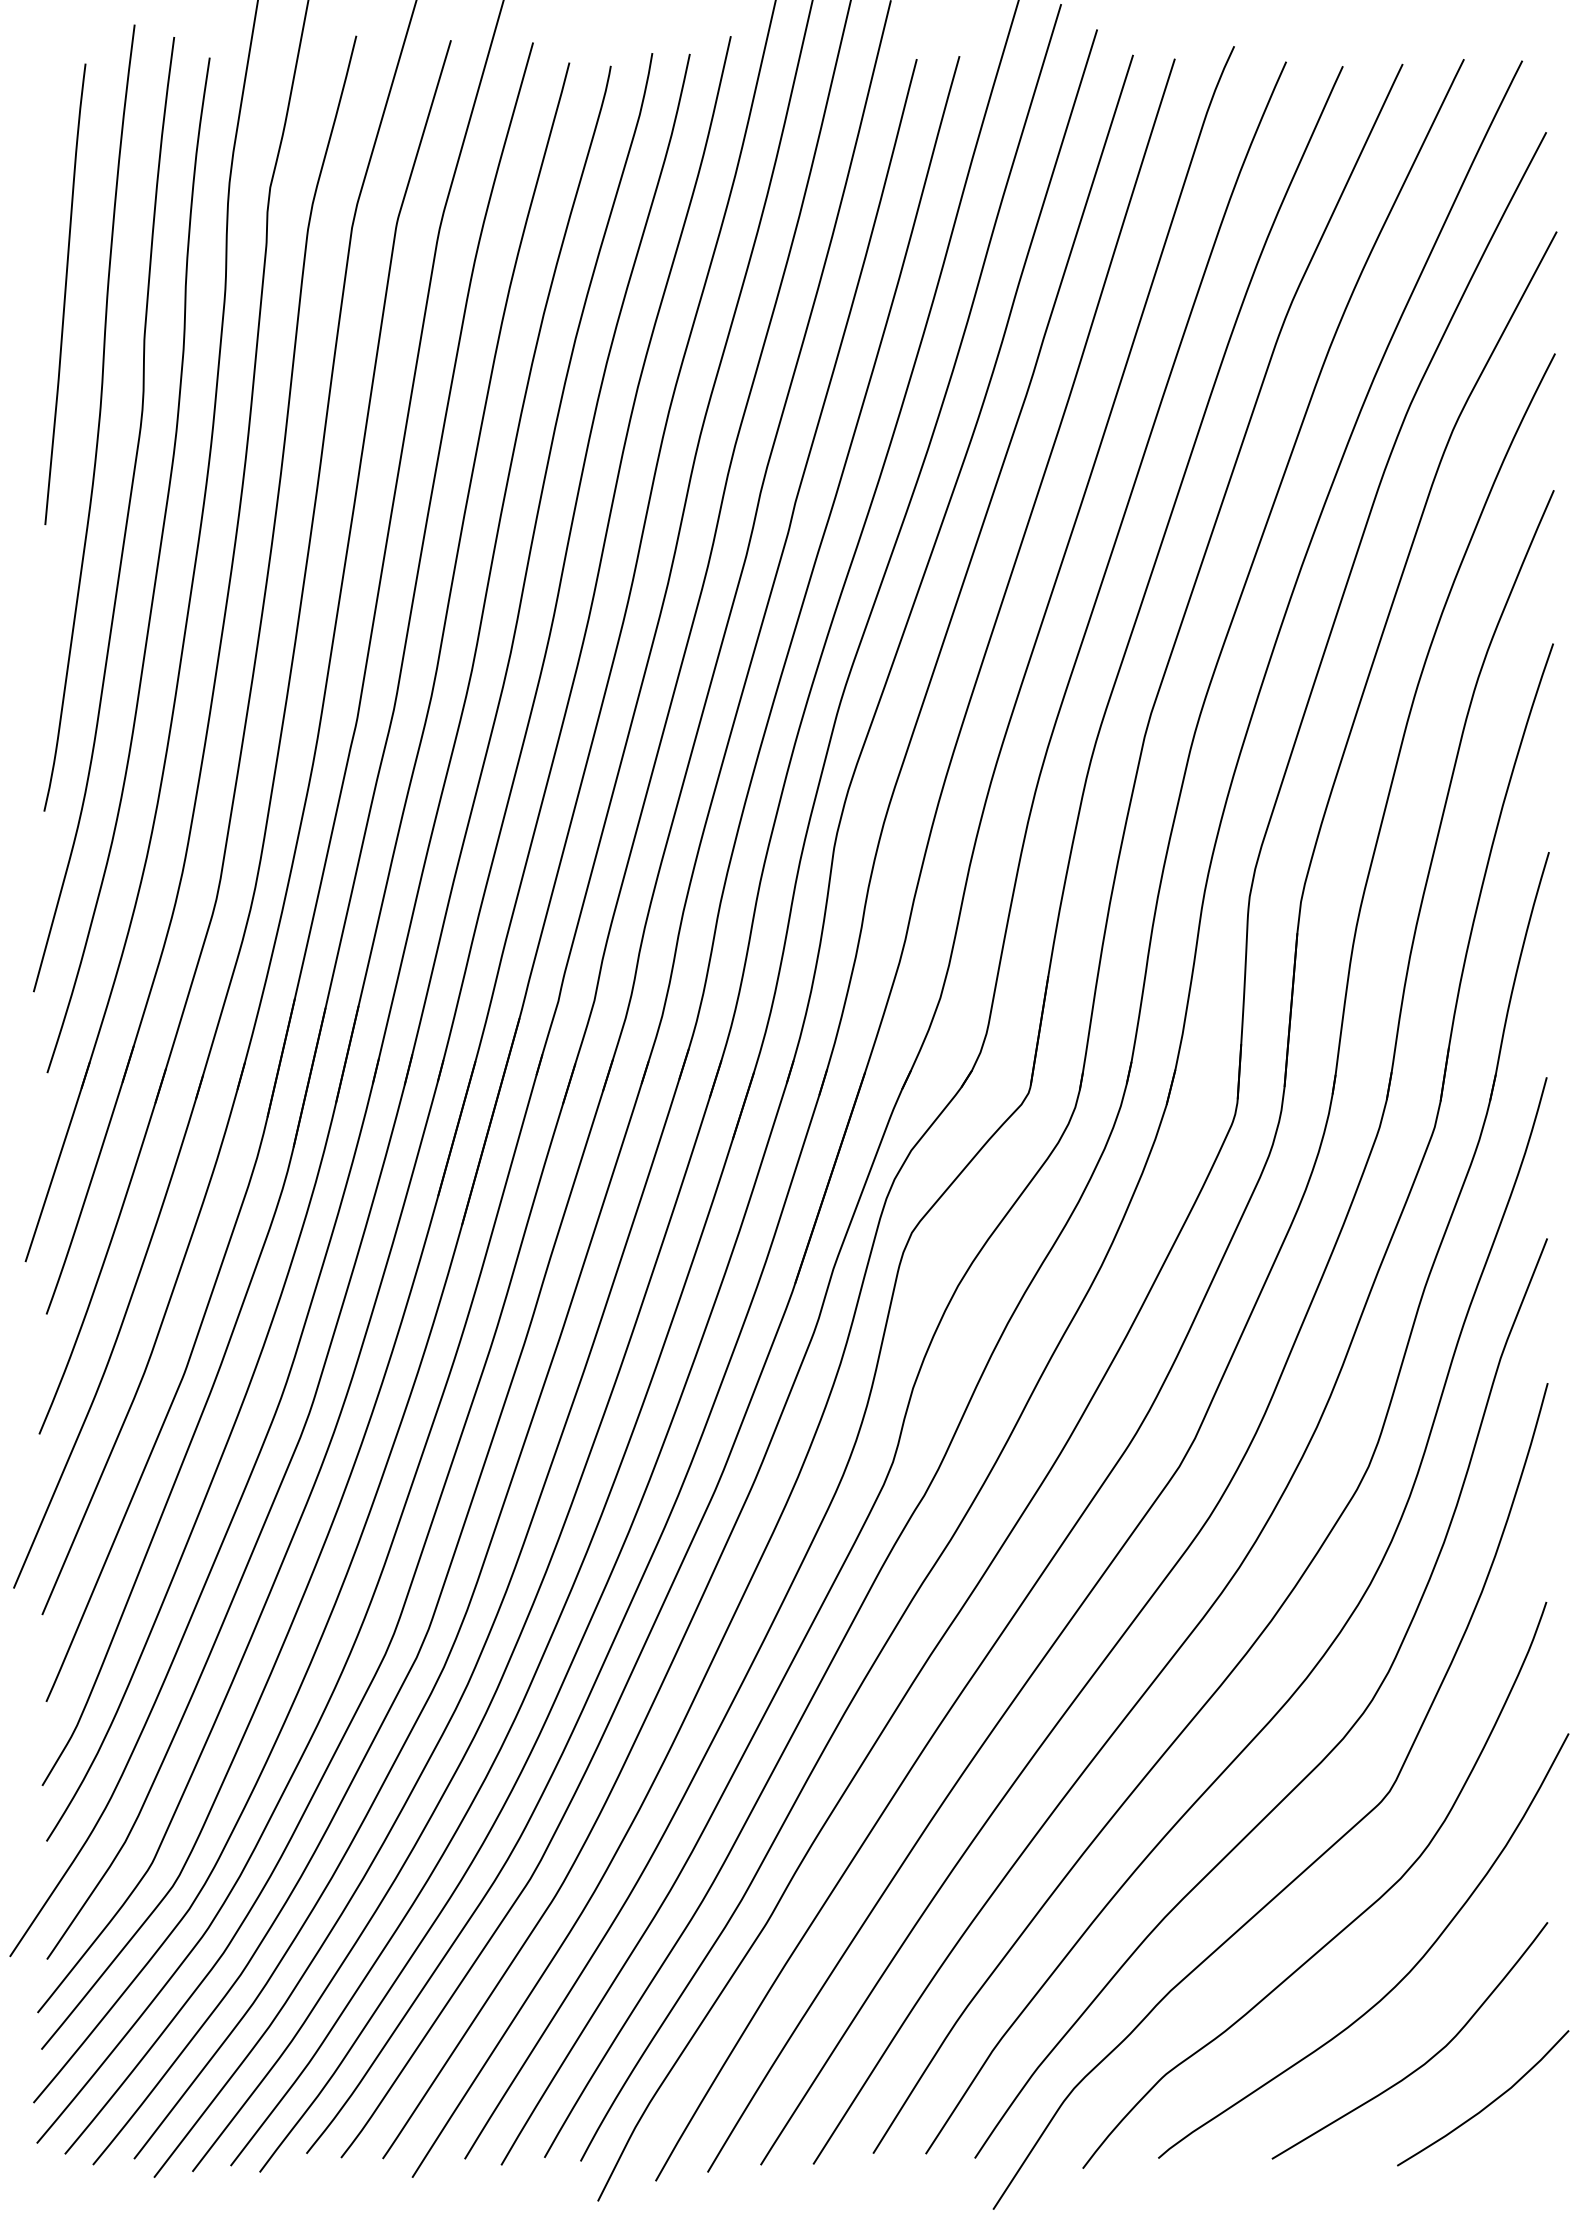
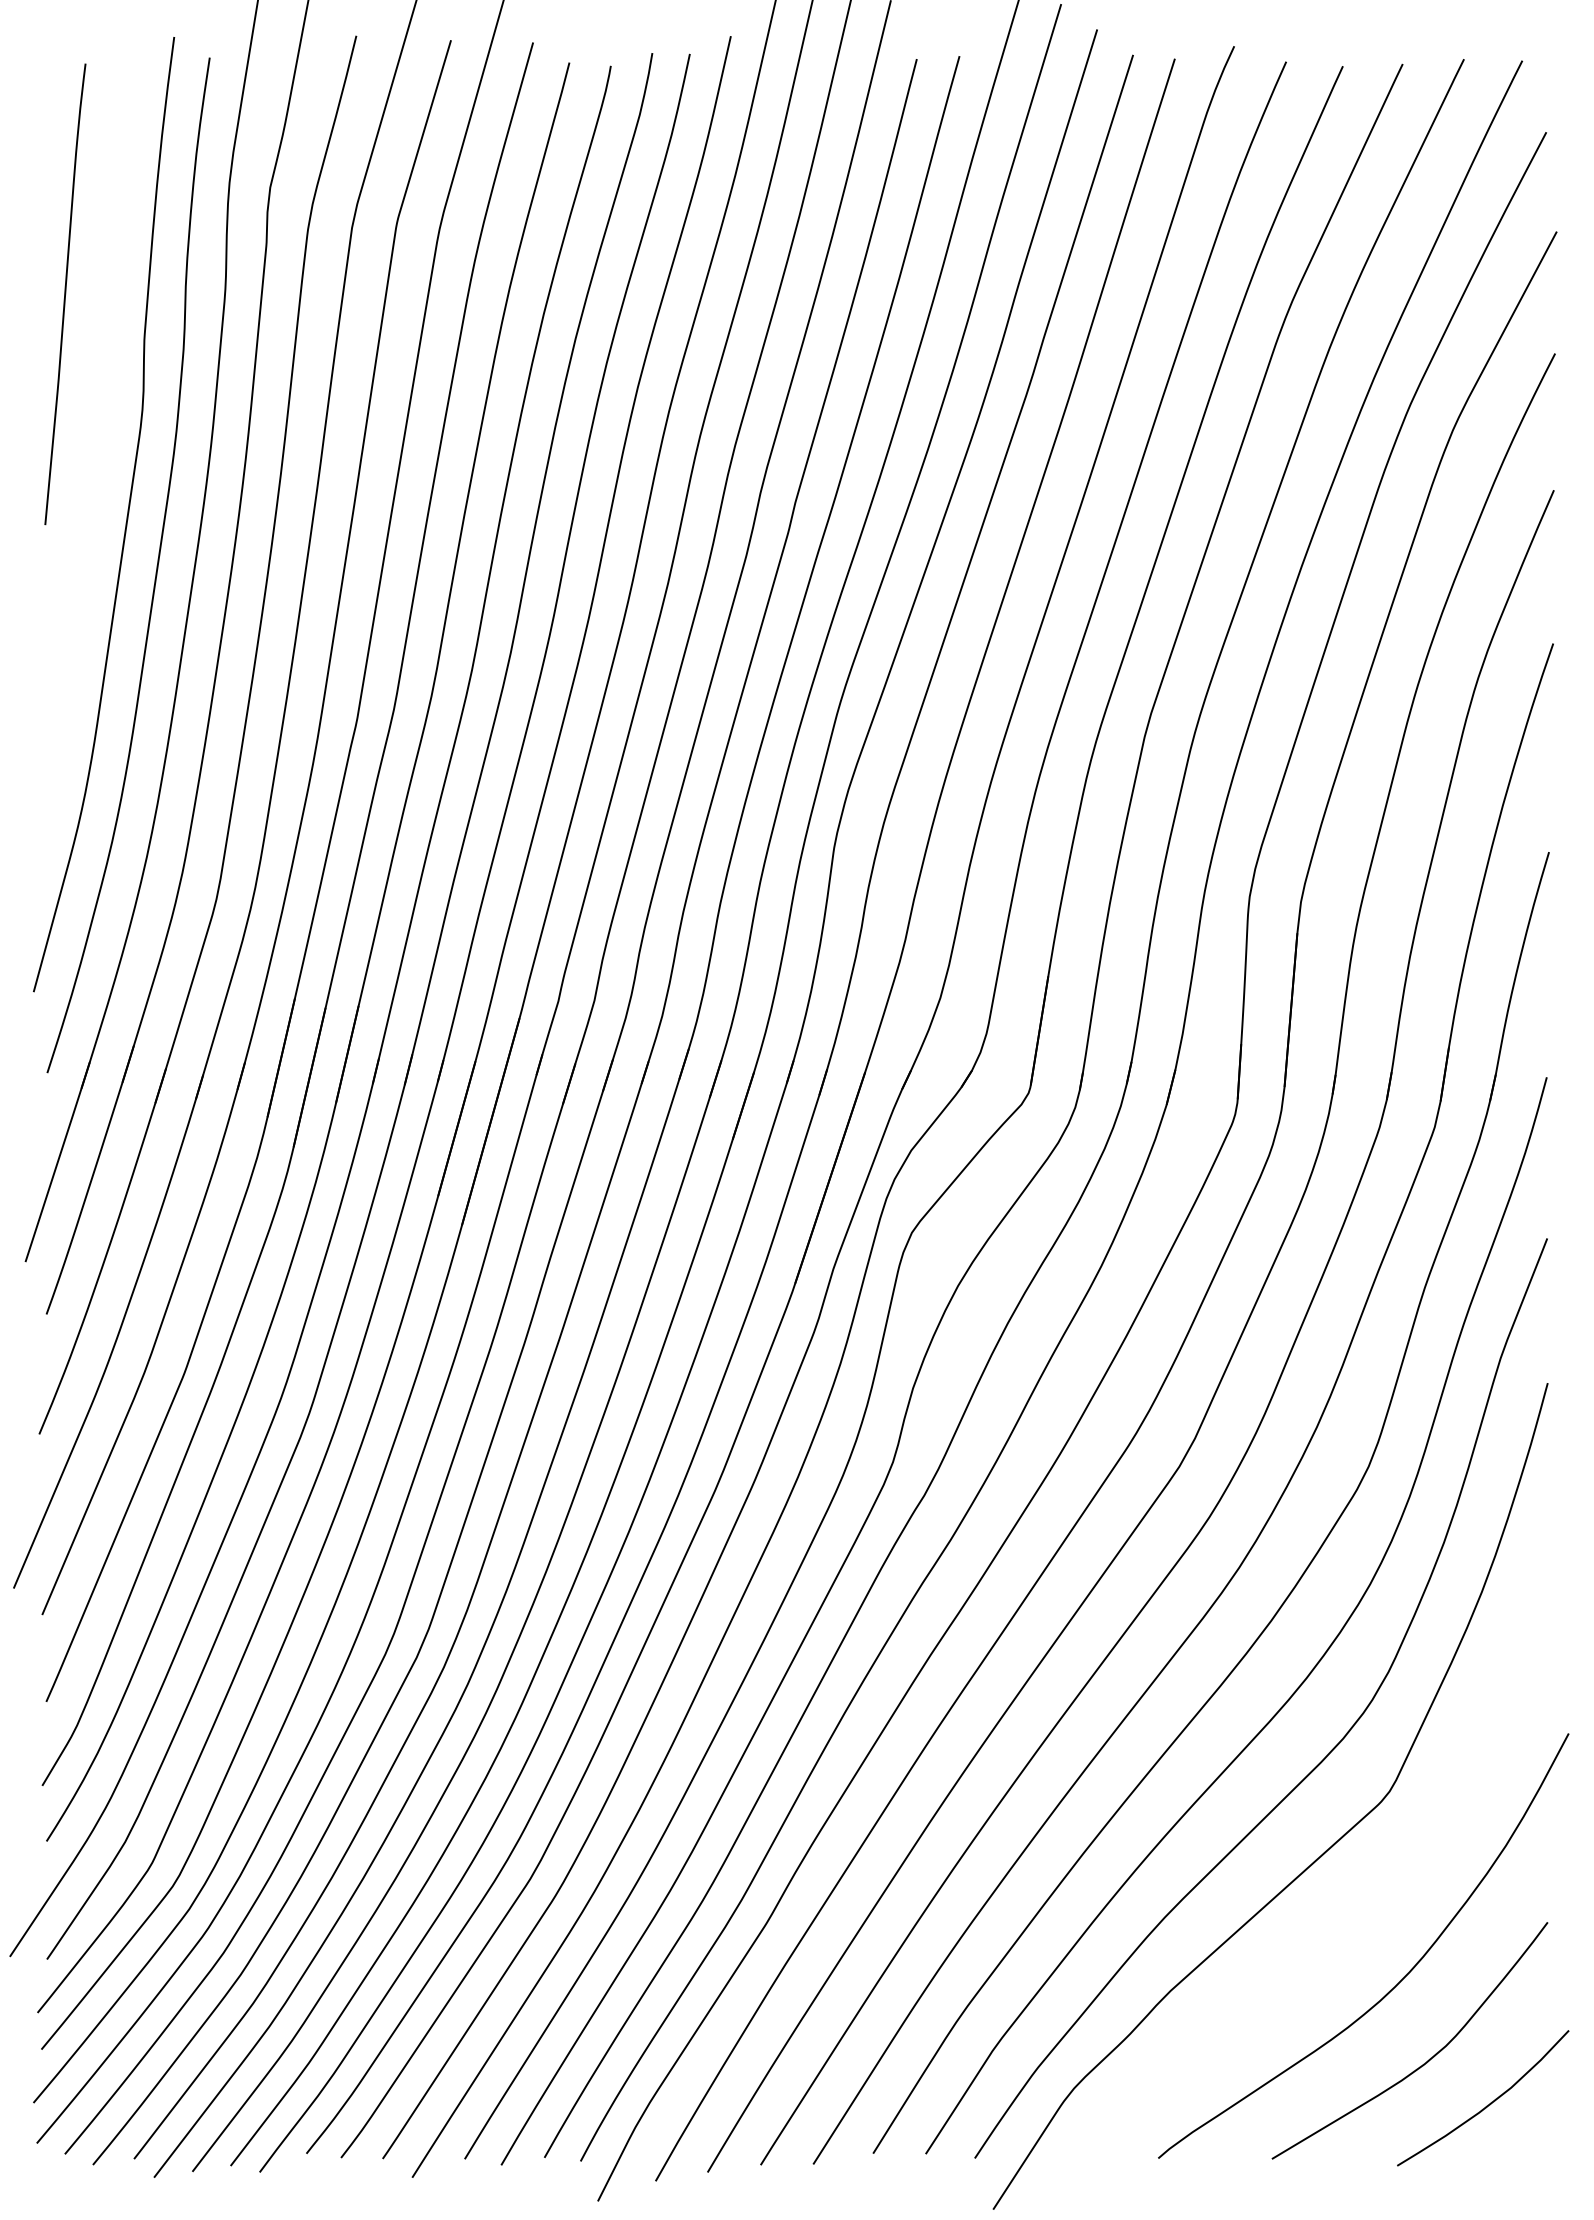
curve at (98, 417): present -> none
curve at (1346, 1925): present -> none
